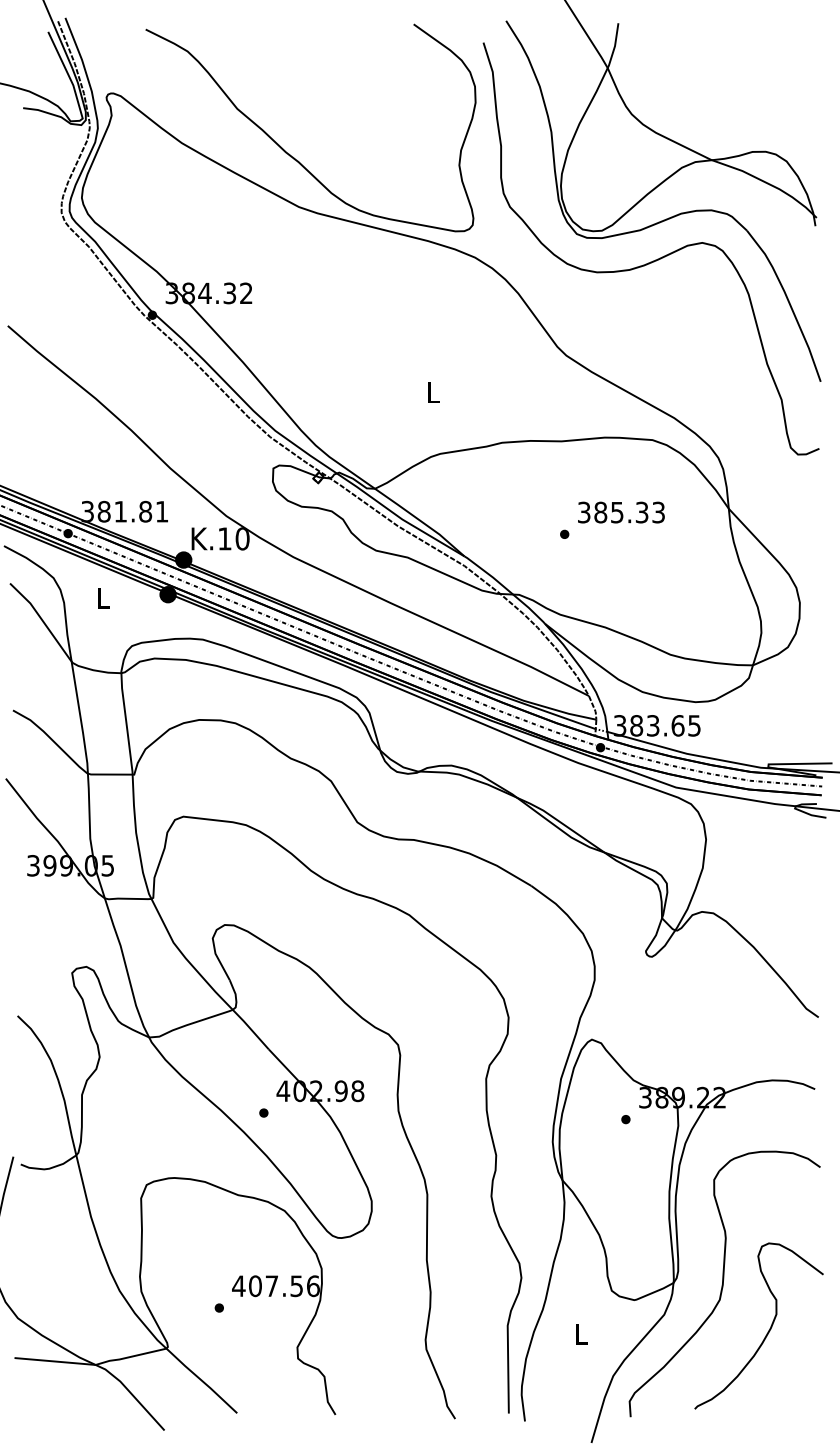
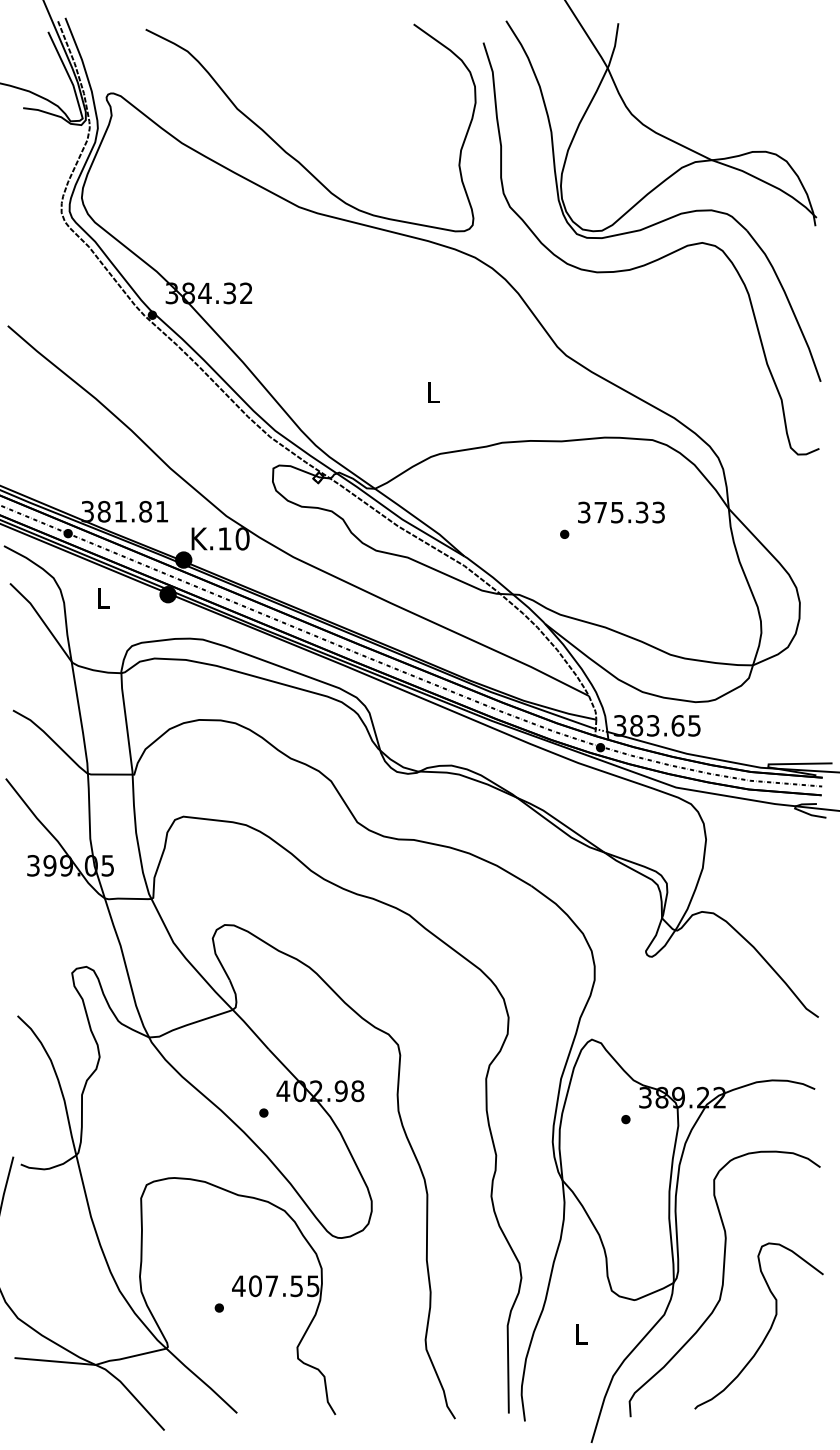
text at (600, 512): 385.33 -> 375.33
text at (313, 1286): 407.56 -> 407.55
